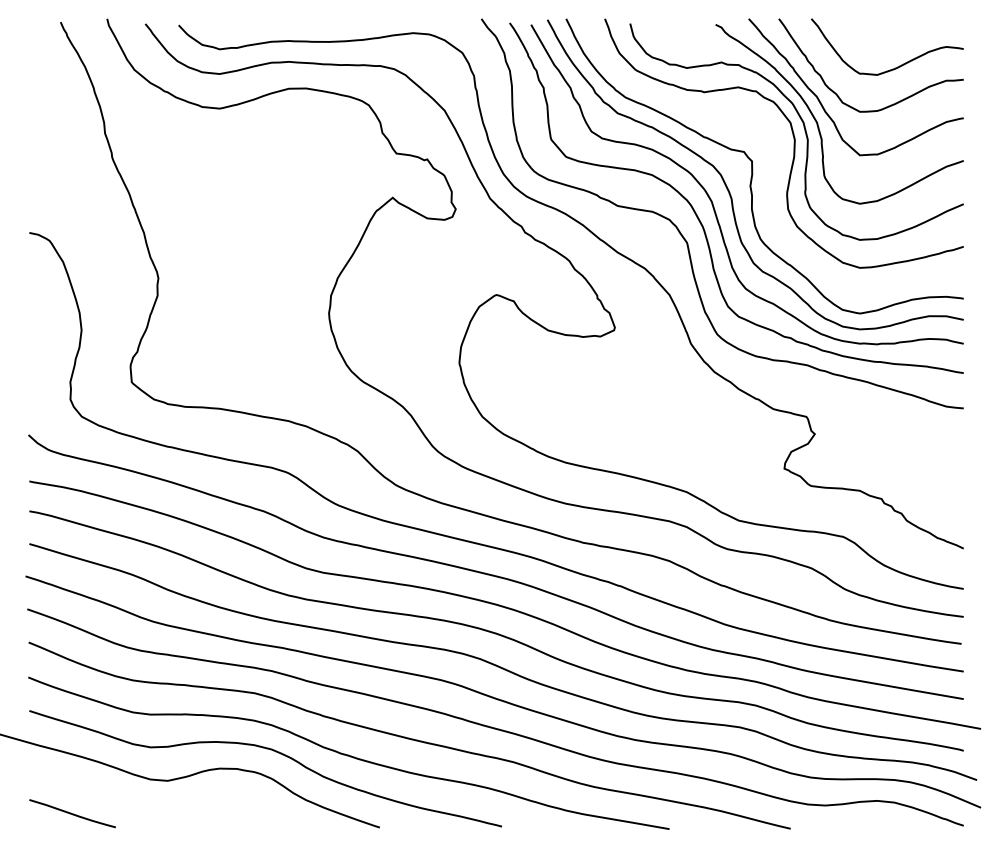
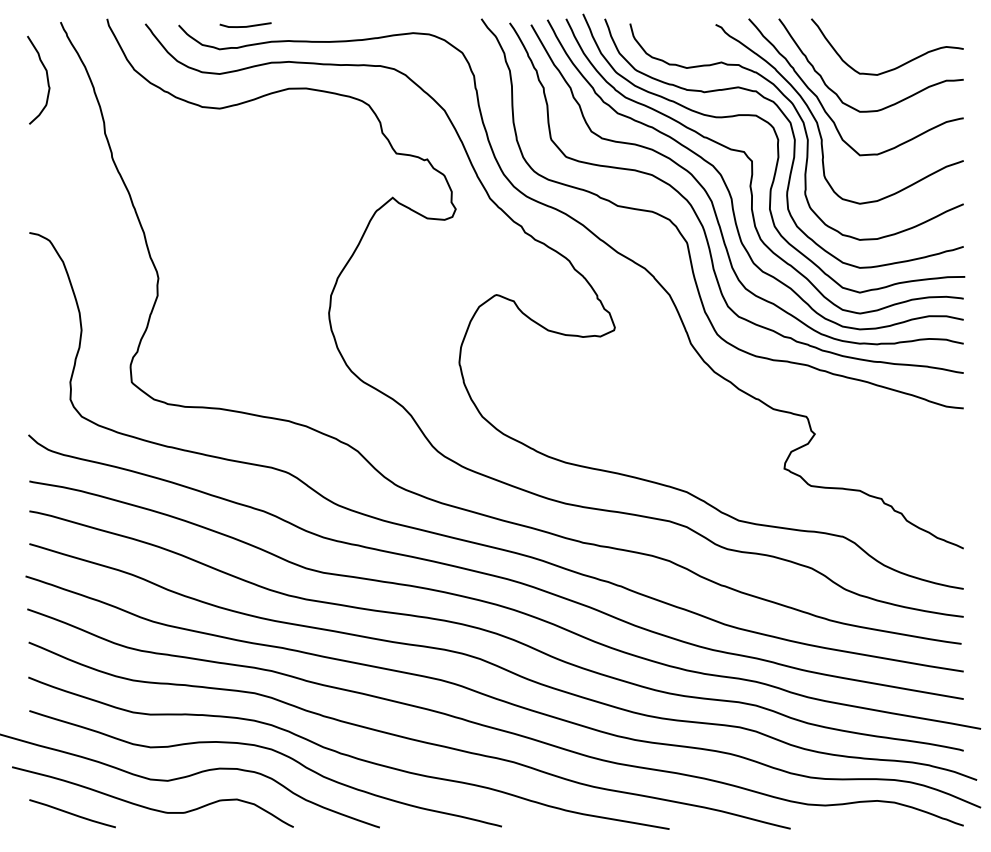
line at (246, 25): none -> present
curve at (46, 78): none -> present
curve at (777, 153): none -> present
curve at (149, 807): none -> present
